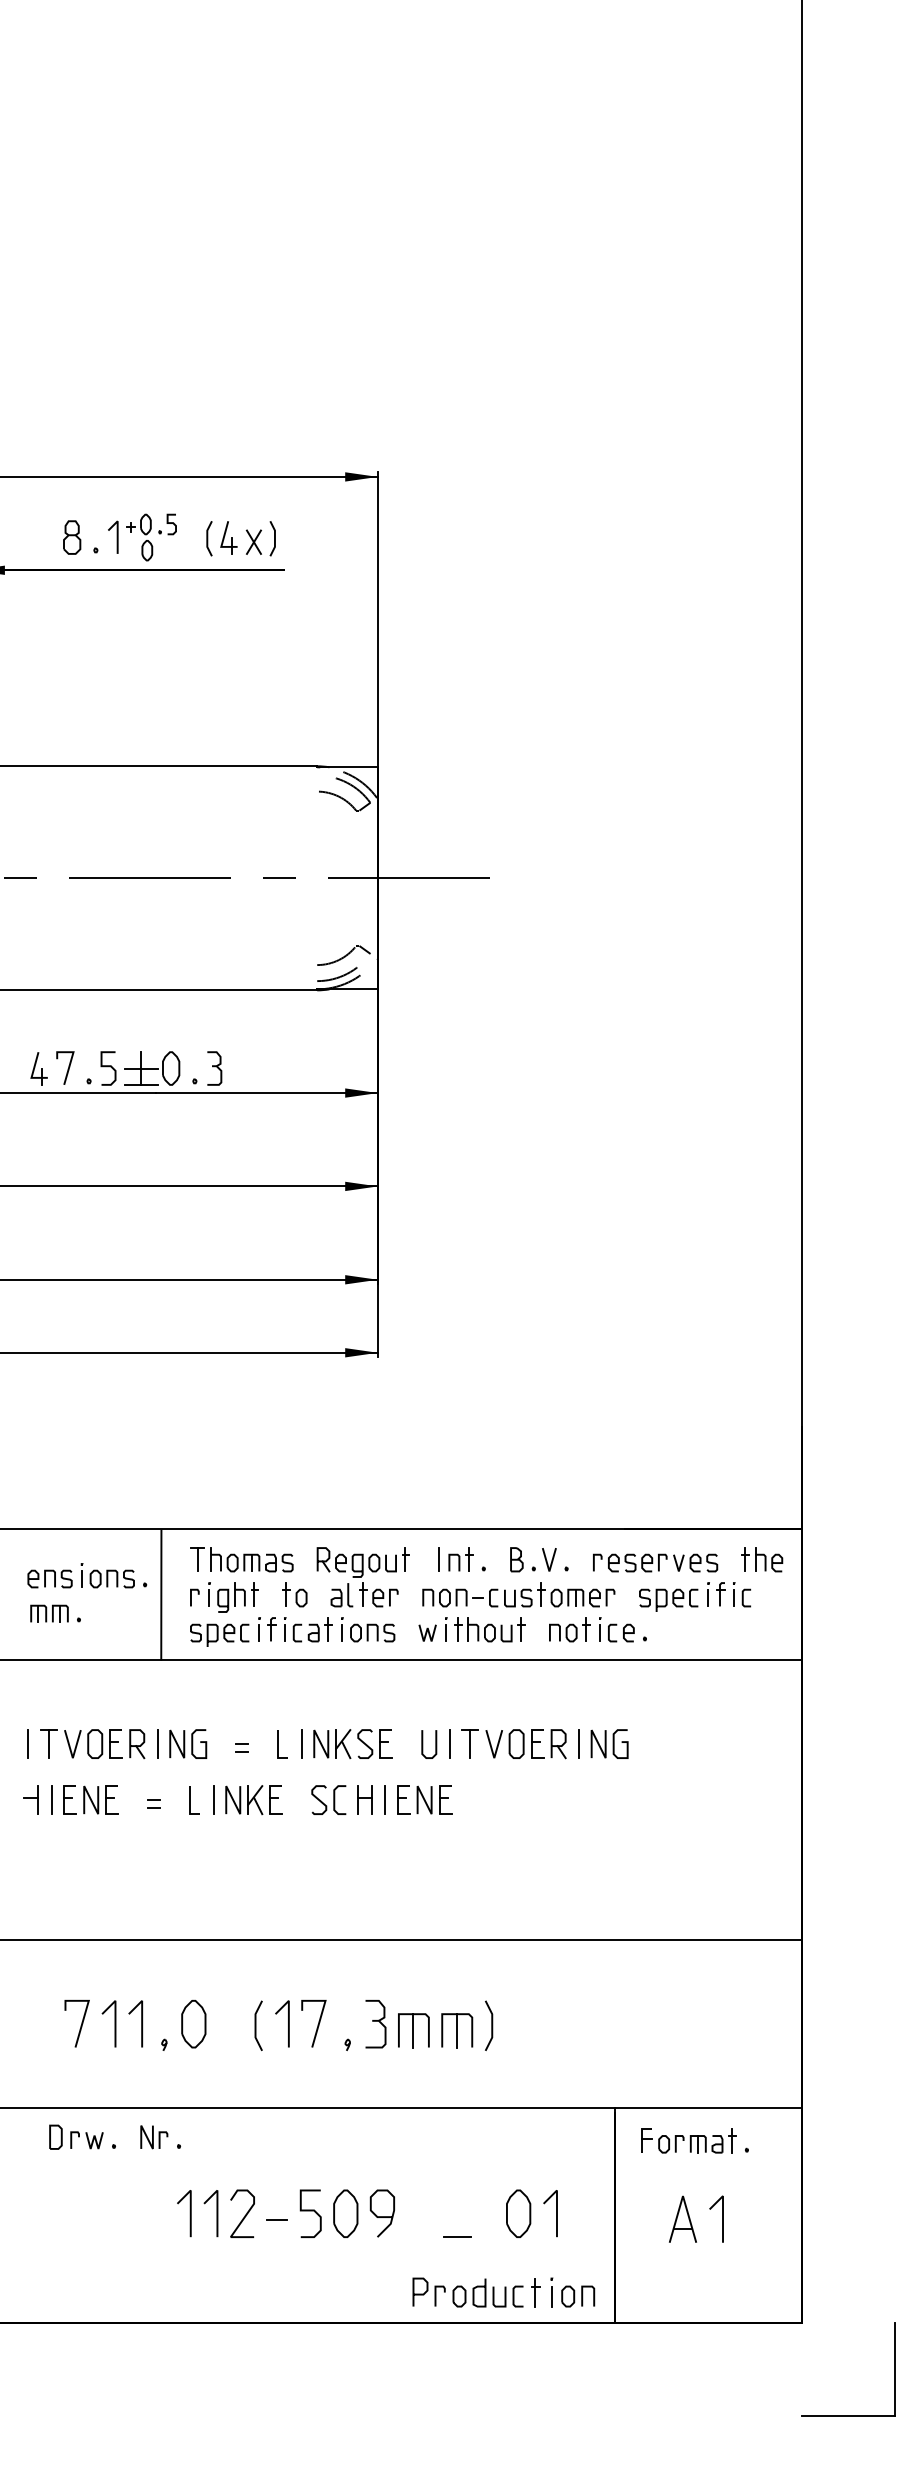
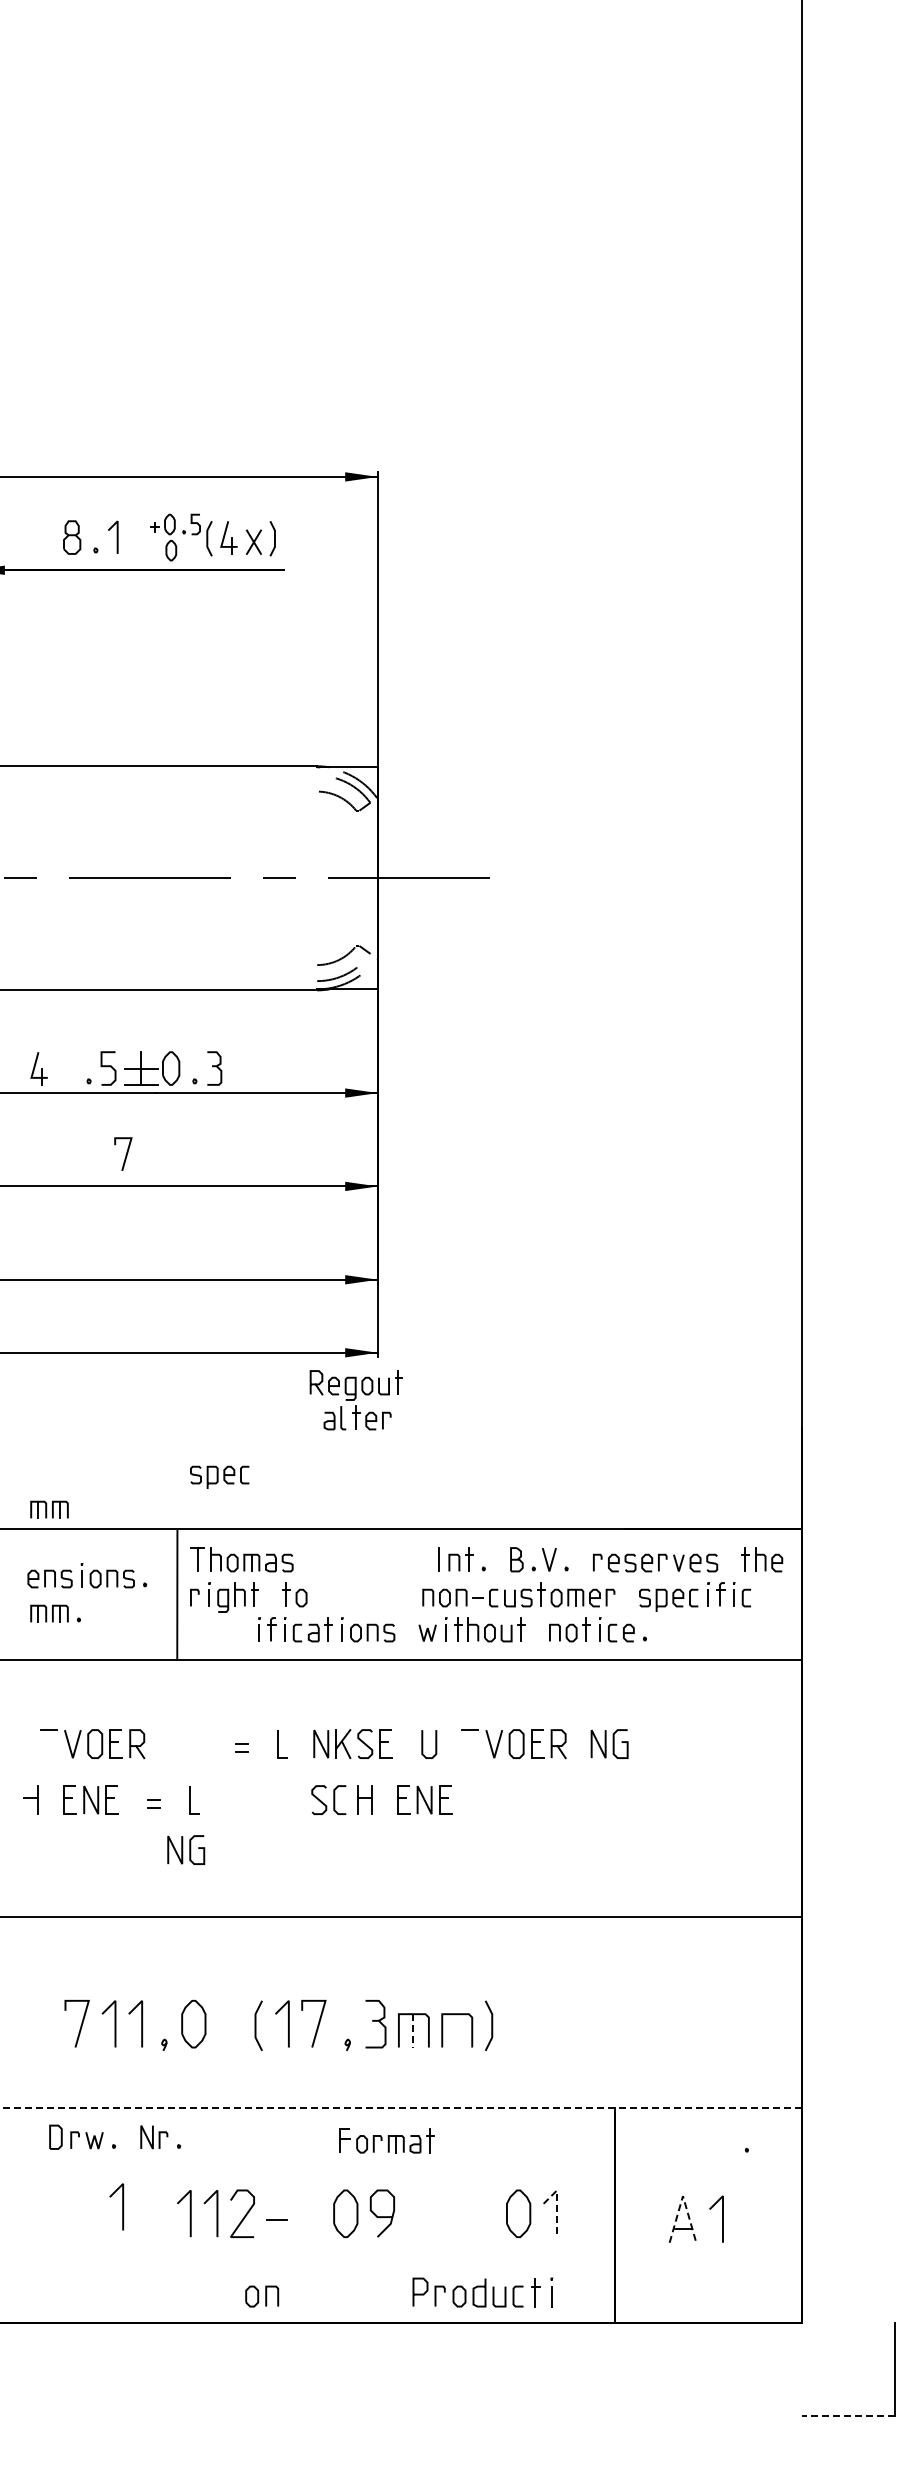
part at (151, 537) position: (151, 537) -> (175, 537)
line at (67, 1068) position: (67, 1068) -> (125, 1154)
part at (49, 1509): none -> present
part at (362, 1577) position: (362, 1577) -> (355, 1400)
line at (161, 1594) position: (161, 1594) -> (177, 1594)
part at (219, 1634) position: (219, 1634) -> (219, 1476)
part at (188, 1743) position: (188, 1743) -> (186, 1849)
line at (28, 1744): present -> none
line at (48, 1744): present -> none
line at (157, 1744): present -> none
line at (301, 1744): present -> none
line at (449, 1744): present -> none
line at (470, 1744): present -> none
line at (578, 1744): present -> none
part at (253, 1799): present -> none
line at (51, 1800): present -> none
line at (213, 1800): present -> none
line at (384, 1800): present -> none
line at (401, 1940) position: (401, 1940) -> (401, 1917)
line at (413, 2030): solid -> dashed
line at (456, 2030): present -> none
line at (401, 2108): solid -> dashed
part at (688, 2140) position: (688, 2140) -> (386, 2140)
line at (682, 2196): solid -> dashed
line at (556, 2204): solid -> dashed
line at (122, 2206): none -> present
curve at (310, 2211): present -> none
line at (457, 2237): present -> none
part at (578, 2296) position: (578, 2296) -> (262, 2296)
line at (848, 2416): solid -> dashed
